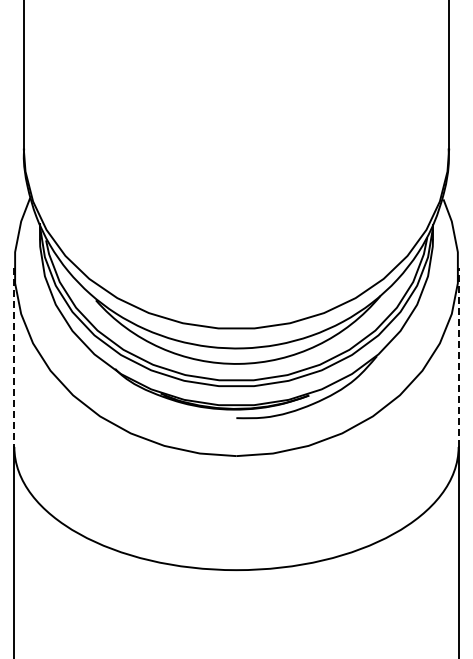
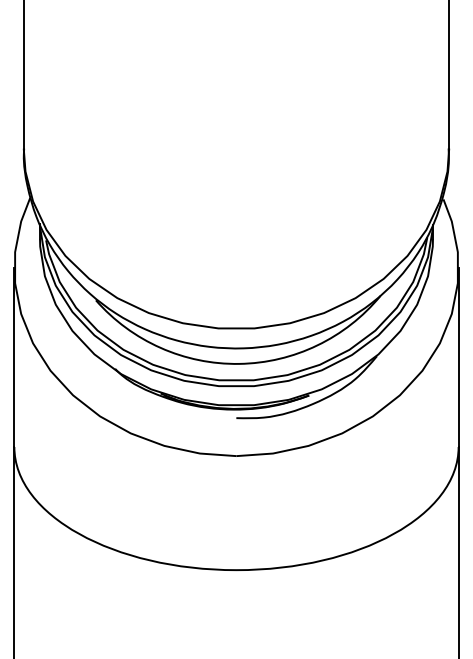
line at (14, 357): dashed -> solid
line at (458, 357): dashed -> solid
